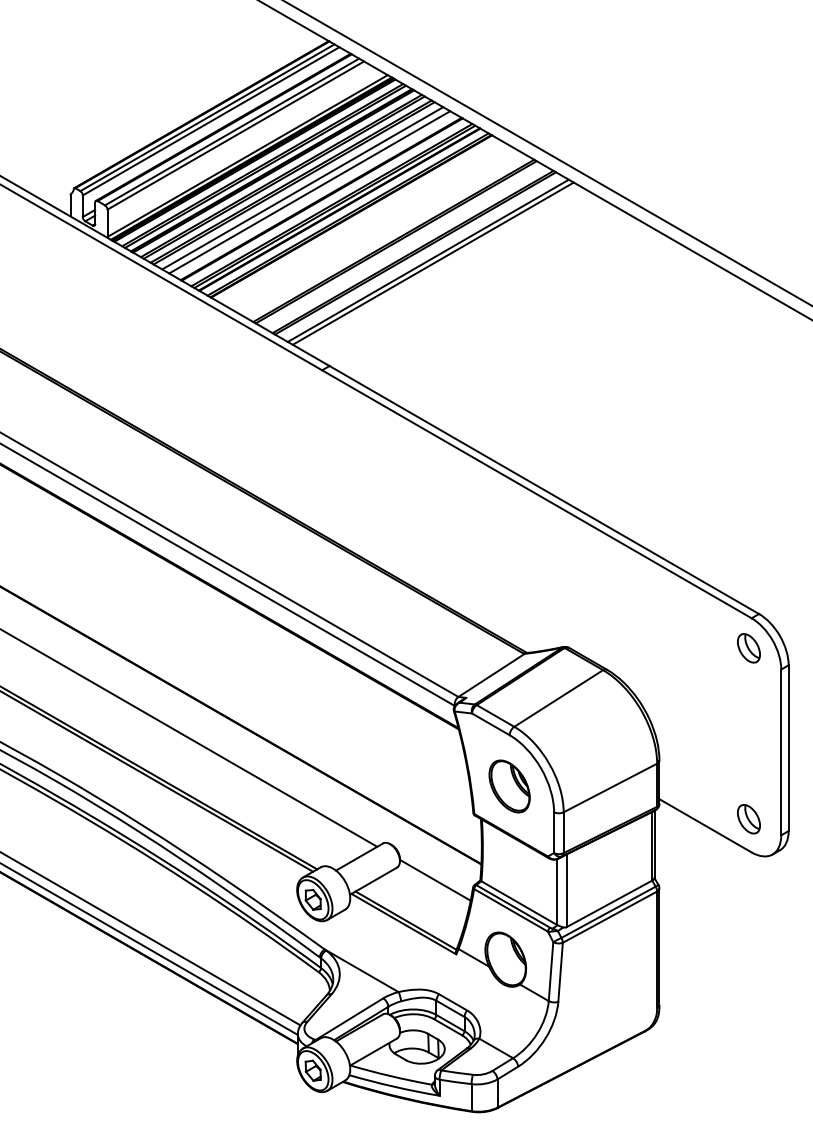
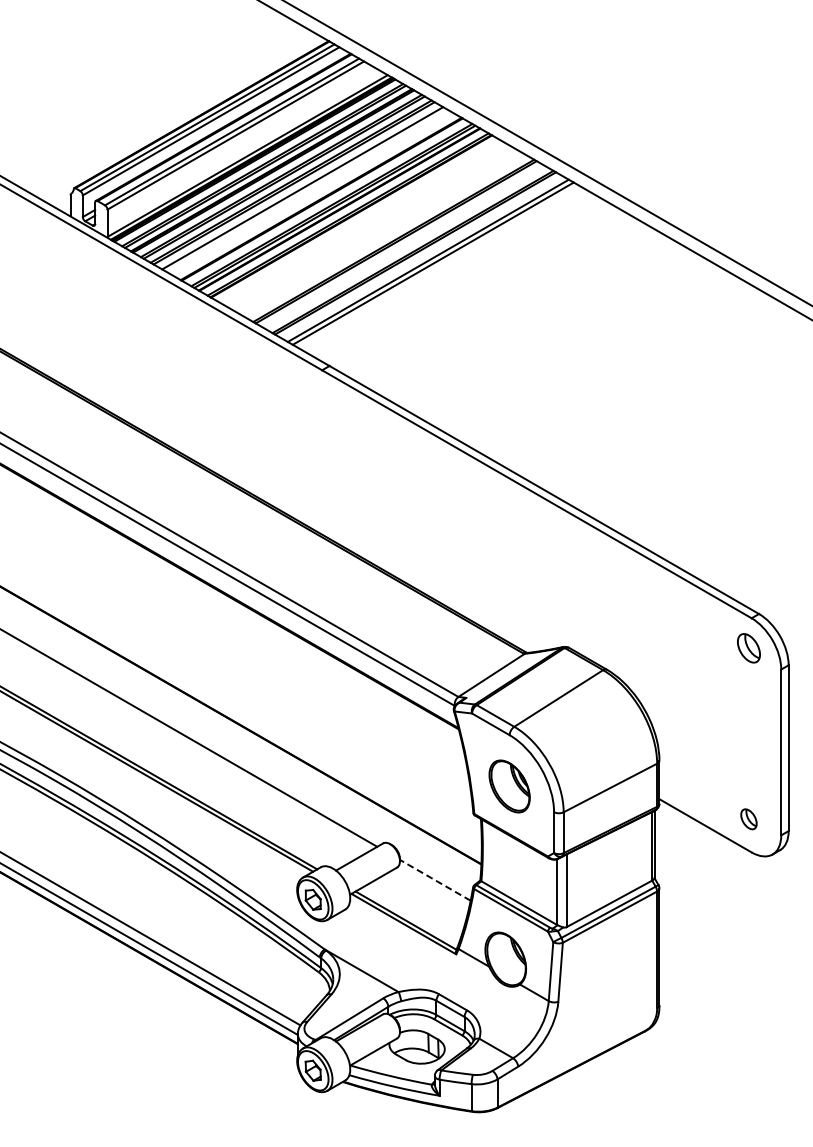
line at (309, 192): present -> none
part at (748, 819) size: 24x31 px -> 18x23 px
line at (435, 880): solid -> dashed
